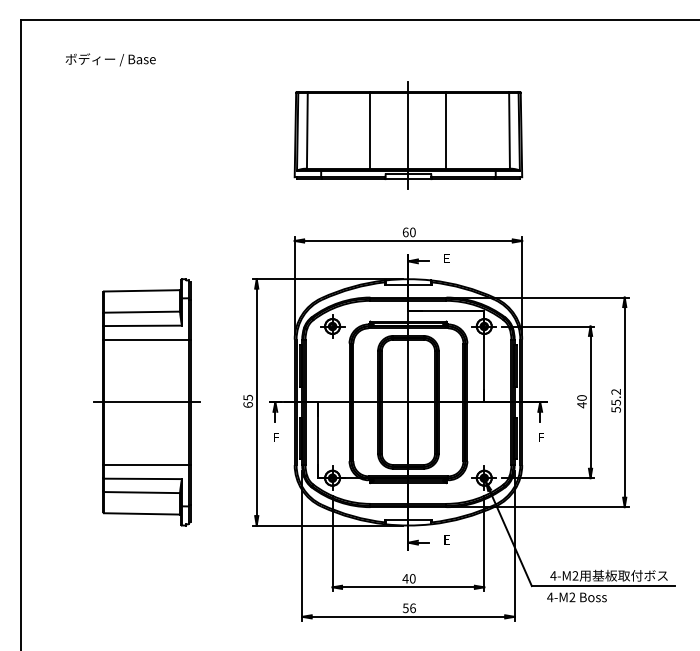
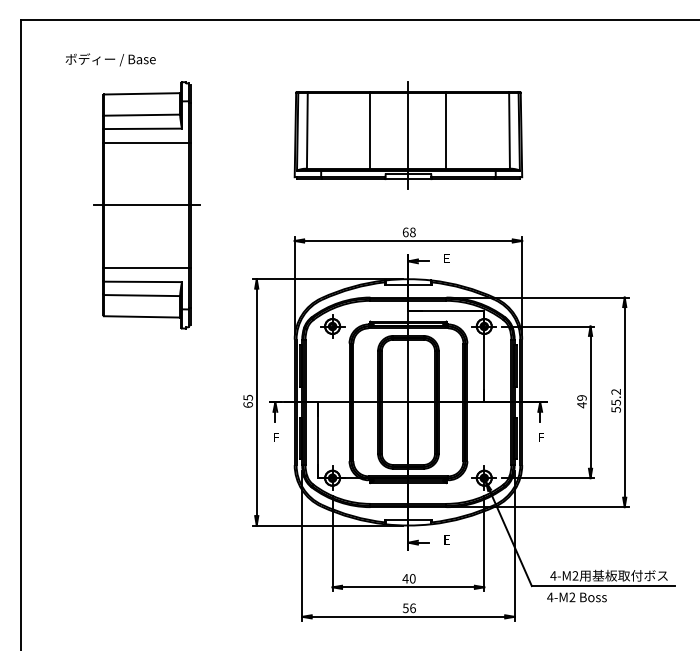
text at (412, 232): 60 -> 68
text at (581, 397): 40 -> 49
part at (146, 402) position: (146, 402) -> (146, 205)
